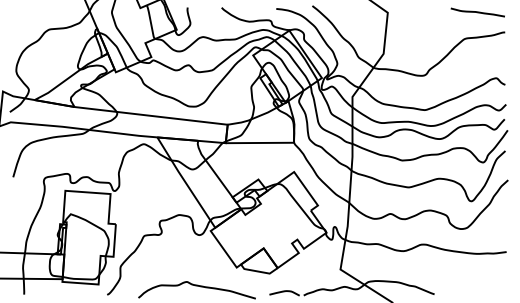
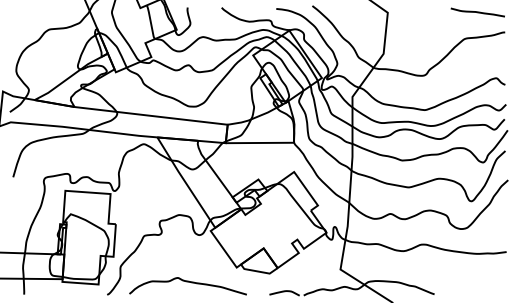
curve at (196, 286) position: (196, 286) -> (187, 282)
